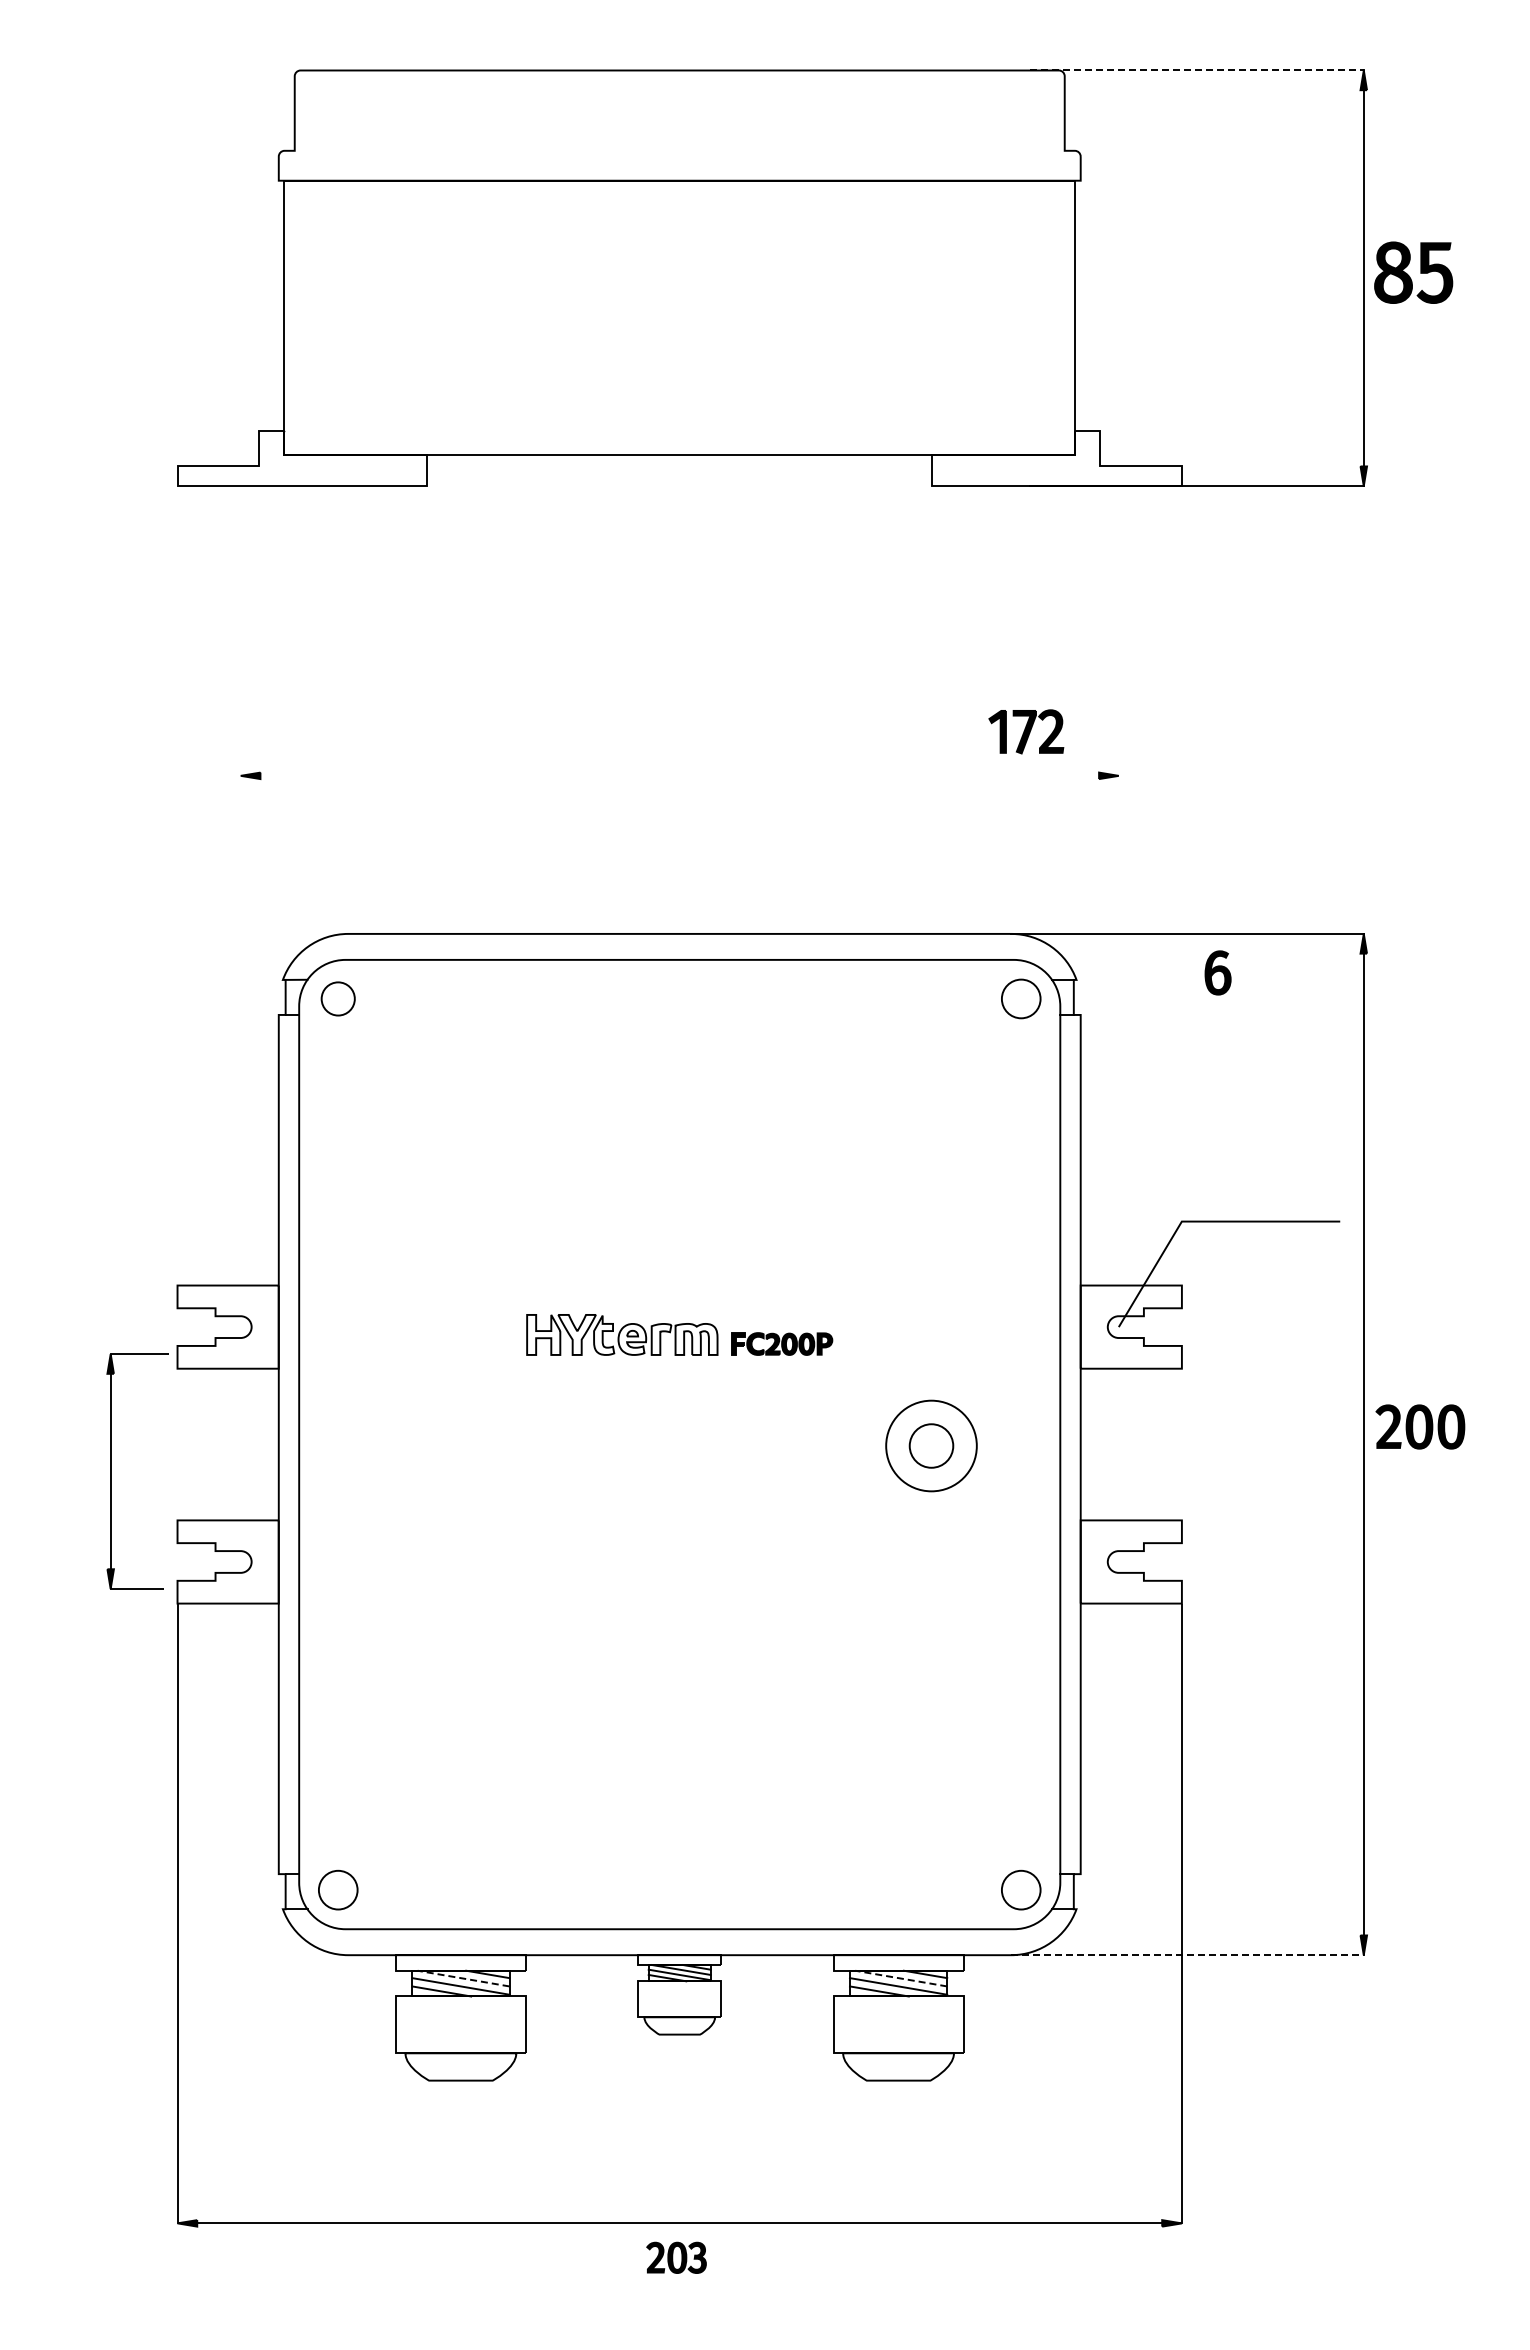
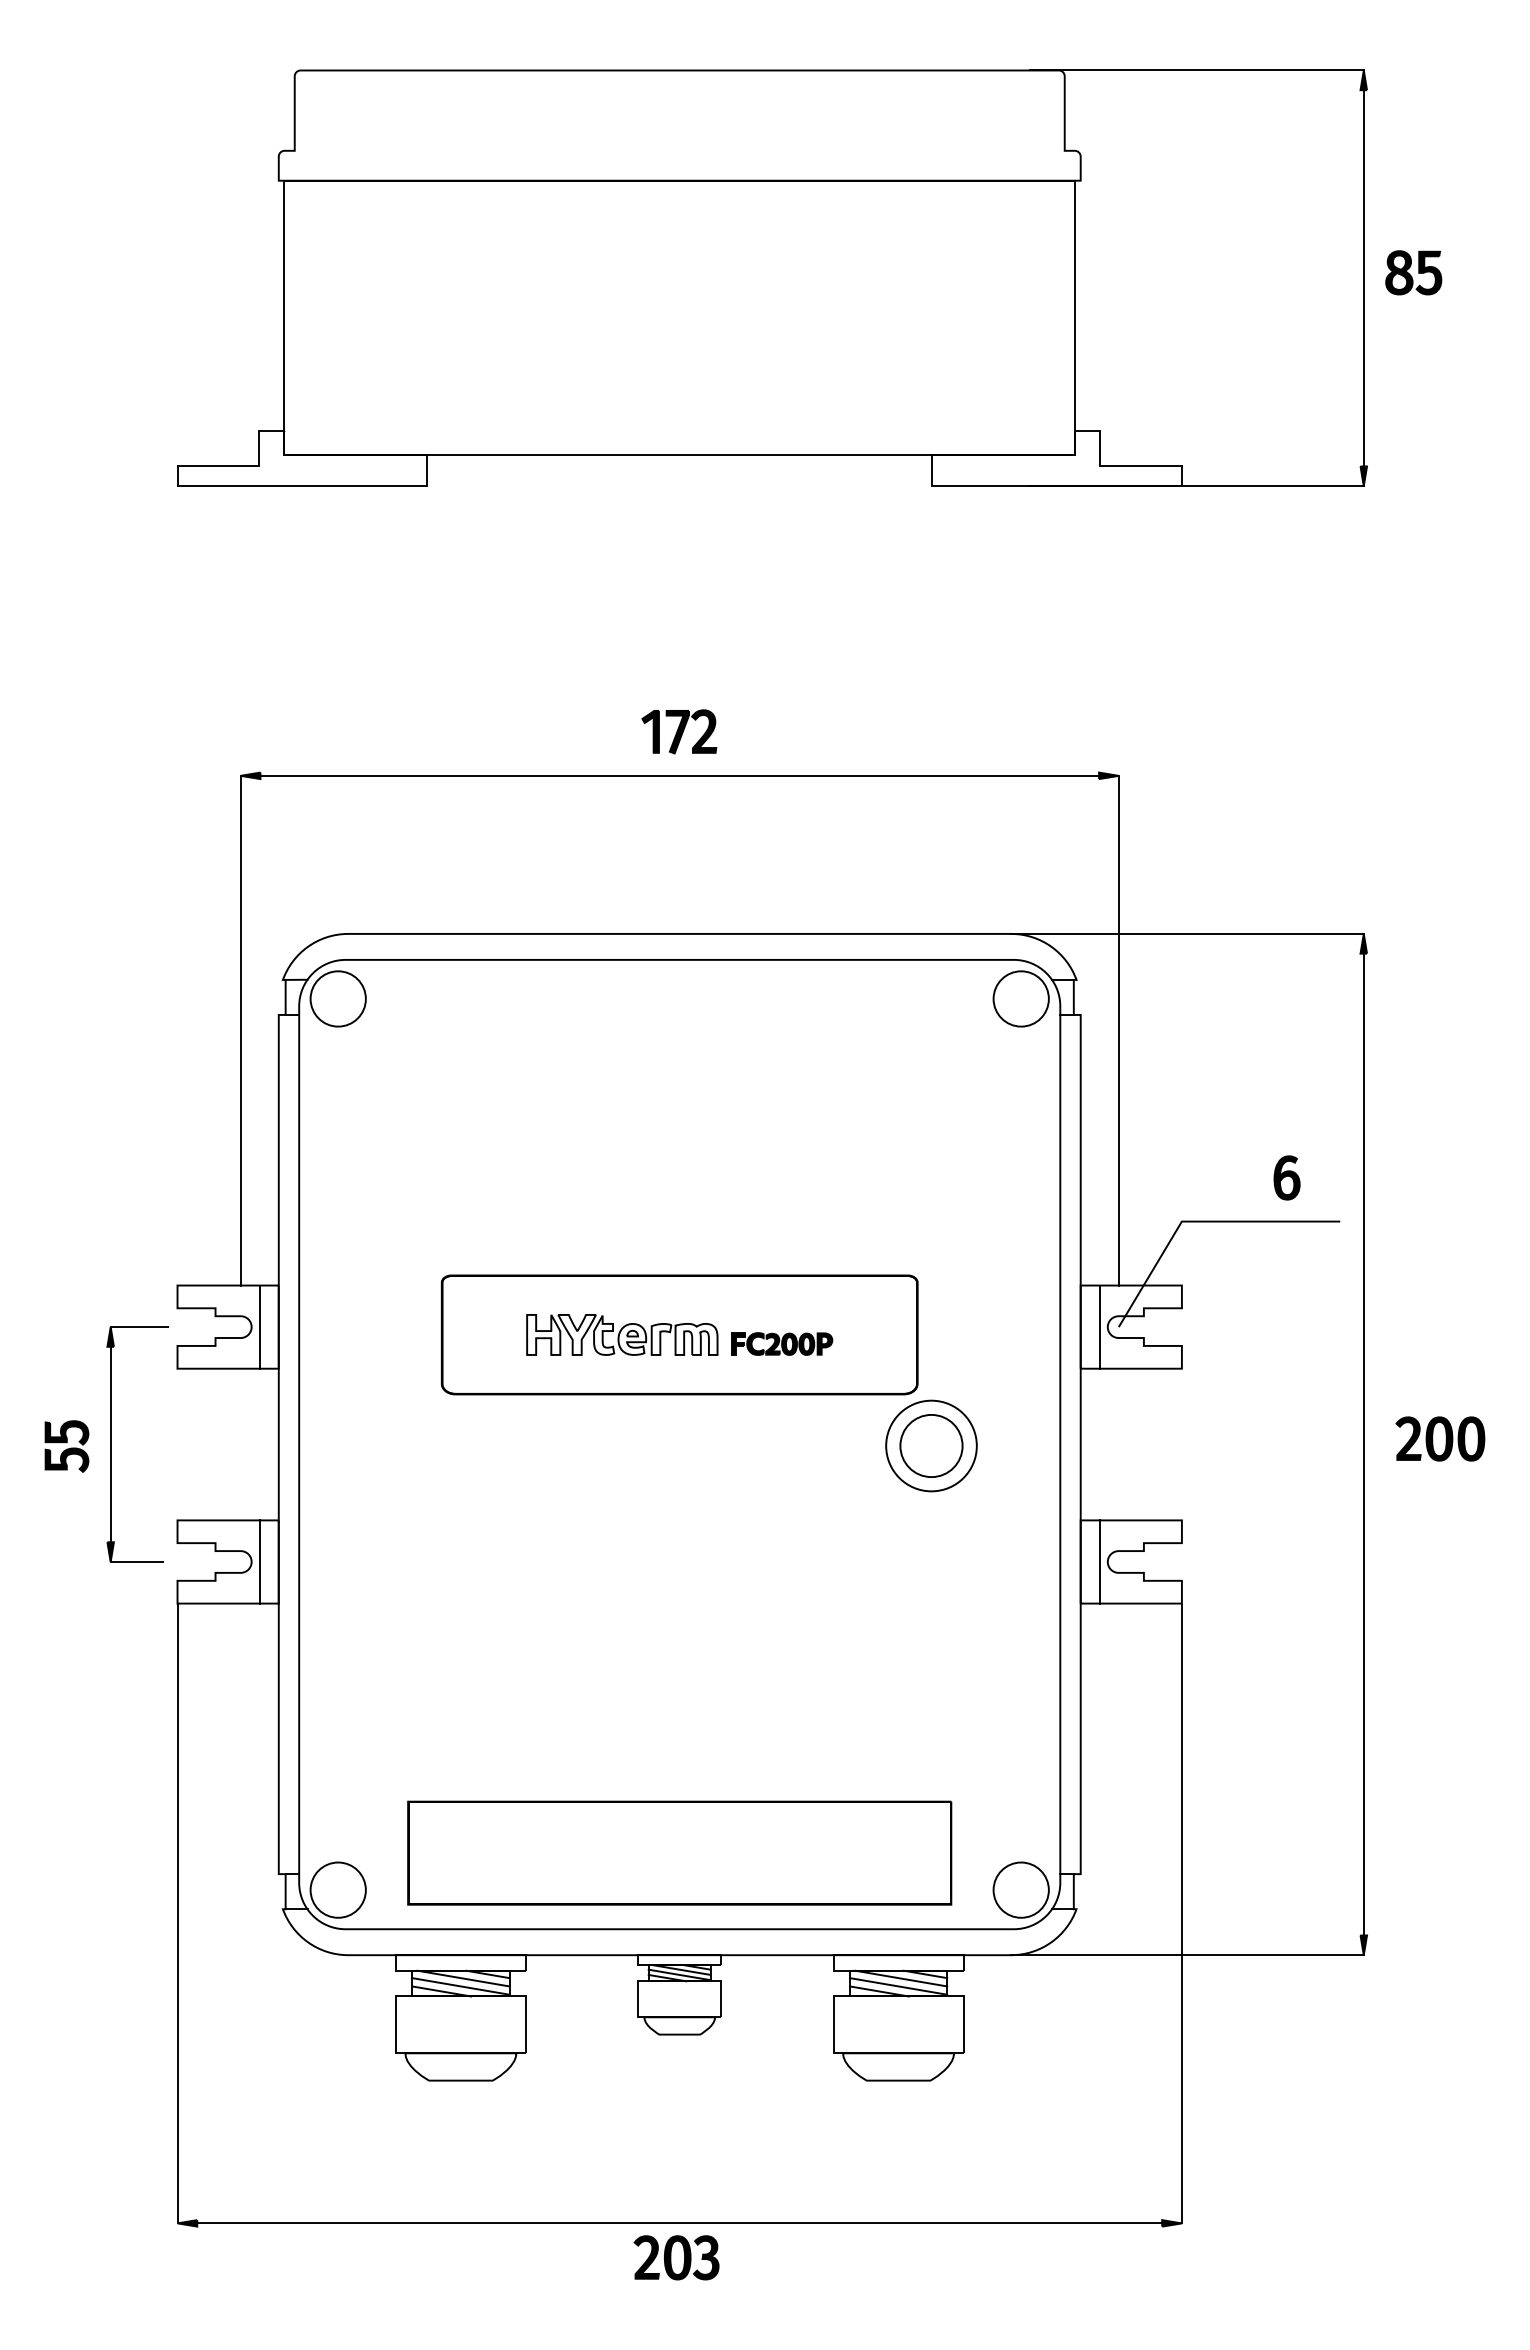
line at (1196, 70): dashed -> solid
part at (1413, 272) size: 80x63 px -> 58x46 px
part at (1026, 731) position: (1026, 731) -> (679, 731)
line at (679, 775): none -> present
part at (1217, 972) position: (1217, 972) -> (1286, 1177)
circle at (337, 998) diameter: 33 px -> 55 px
circle at (1020, 998) diameter: 39 px -> 55 px
line at (240, 1030): none -> present
line at (1118, 1030): none -> present
line at (259, 1326): none -> present
line at (1099, 1326): none -> present
part at (679, 1334): none -> present
part at (1420, 1426) position: (1420, 1426) -> (1440, 1438)
circle at (931, 1445) diameter: 44 px -> 62 px
part at (66, 1446): none -> present
part at (111, 1471) position: (111, 1471) -> (111, 1444)
line at (259, 1561): none -> present
line at (1099, 1561): none -> present
part at (679, 1852): none -> present
circle at (337, 1889) diameter: 39 px -> 55 px
circle at (1020, 1889) diameter: 39 px -> 55 px
line at (1187, 1955): dashed -> solid
line at (463, 1978): dashed -> solid
line at (901, 1978): dashed -> solid
part at (676, 2257) size: 61x33 px -> 87x46 px
